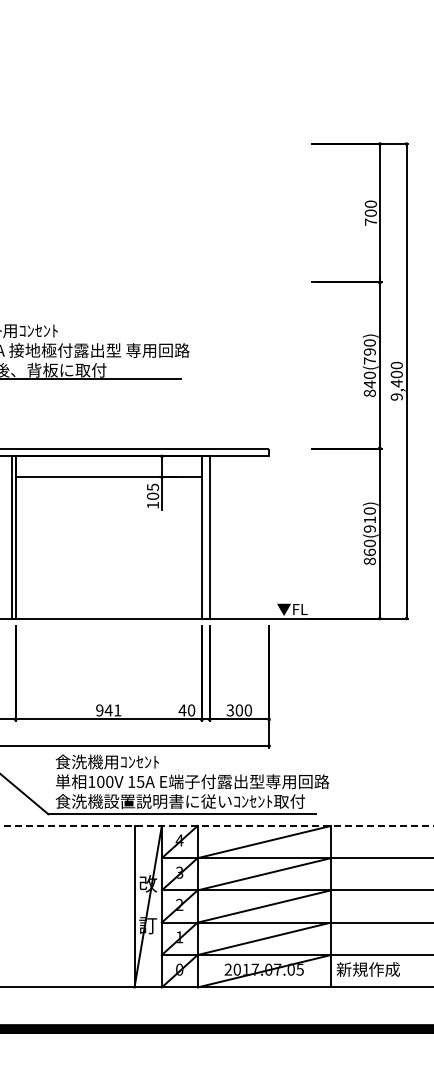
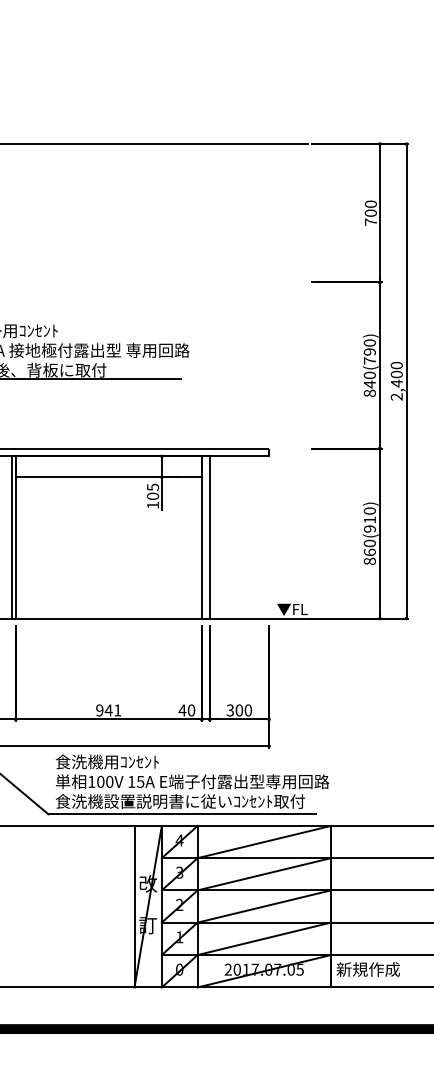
line at (155, 144): none -> present
text at (396, 396): 9,400 -> 2,400
line at (217, 825): dashed -> solid
